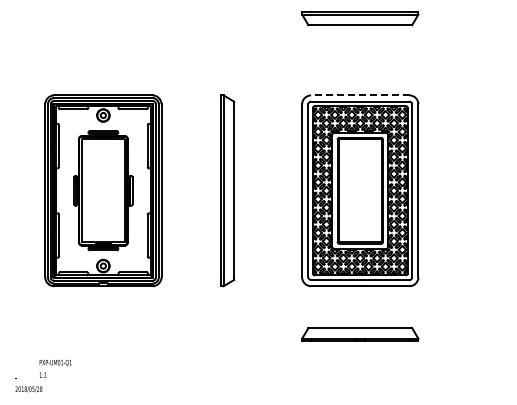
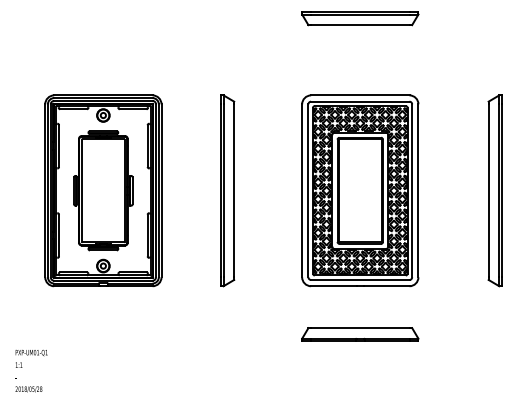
line at (359, 95): dashed -> solid
part at (494, 190): none -> present
text at (55, 368) position: (55, 368) -> (31, 358)
